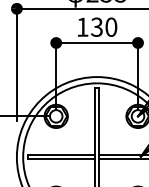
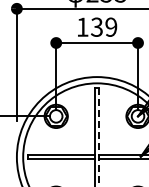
text at (111, 26): 130 -> 139
line at (99, 137): solid -> dashed
